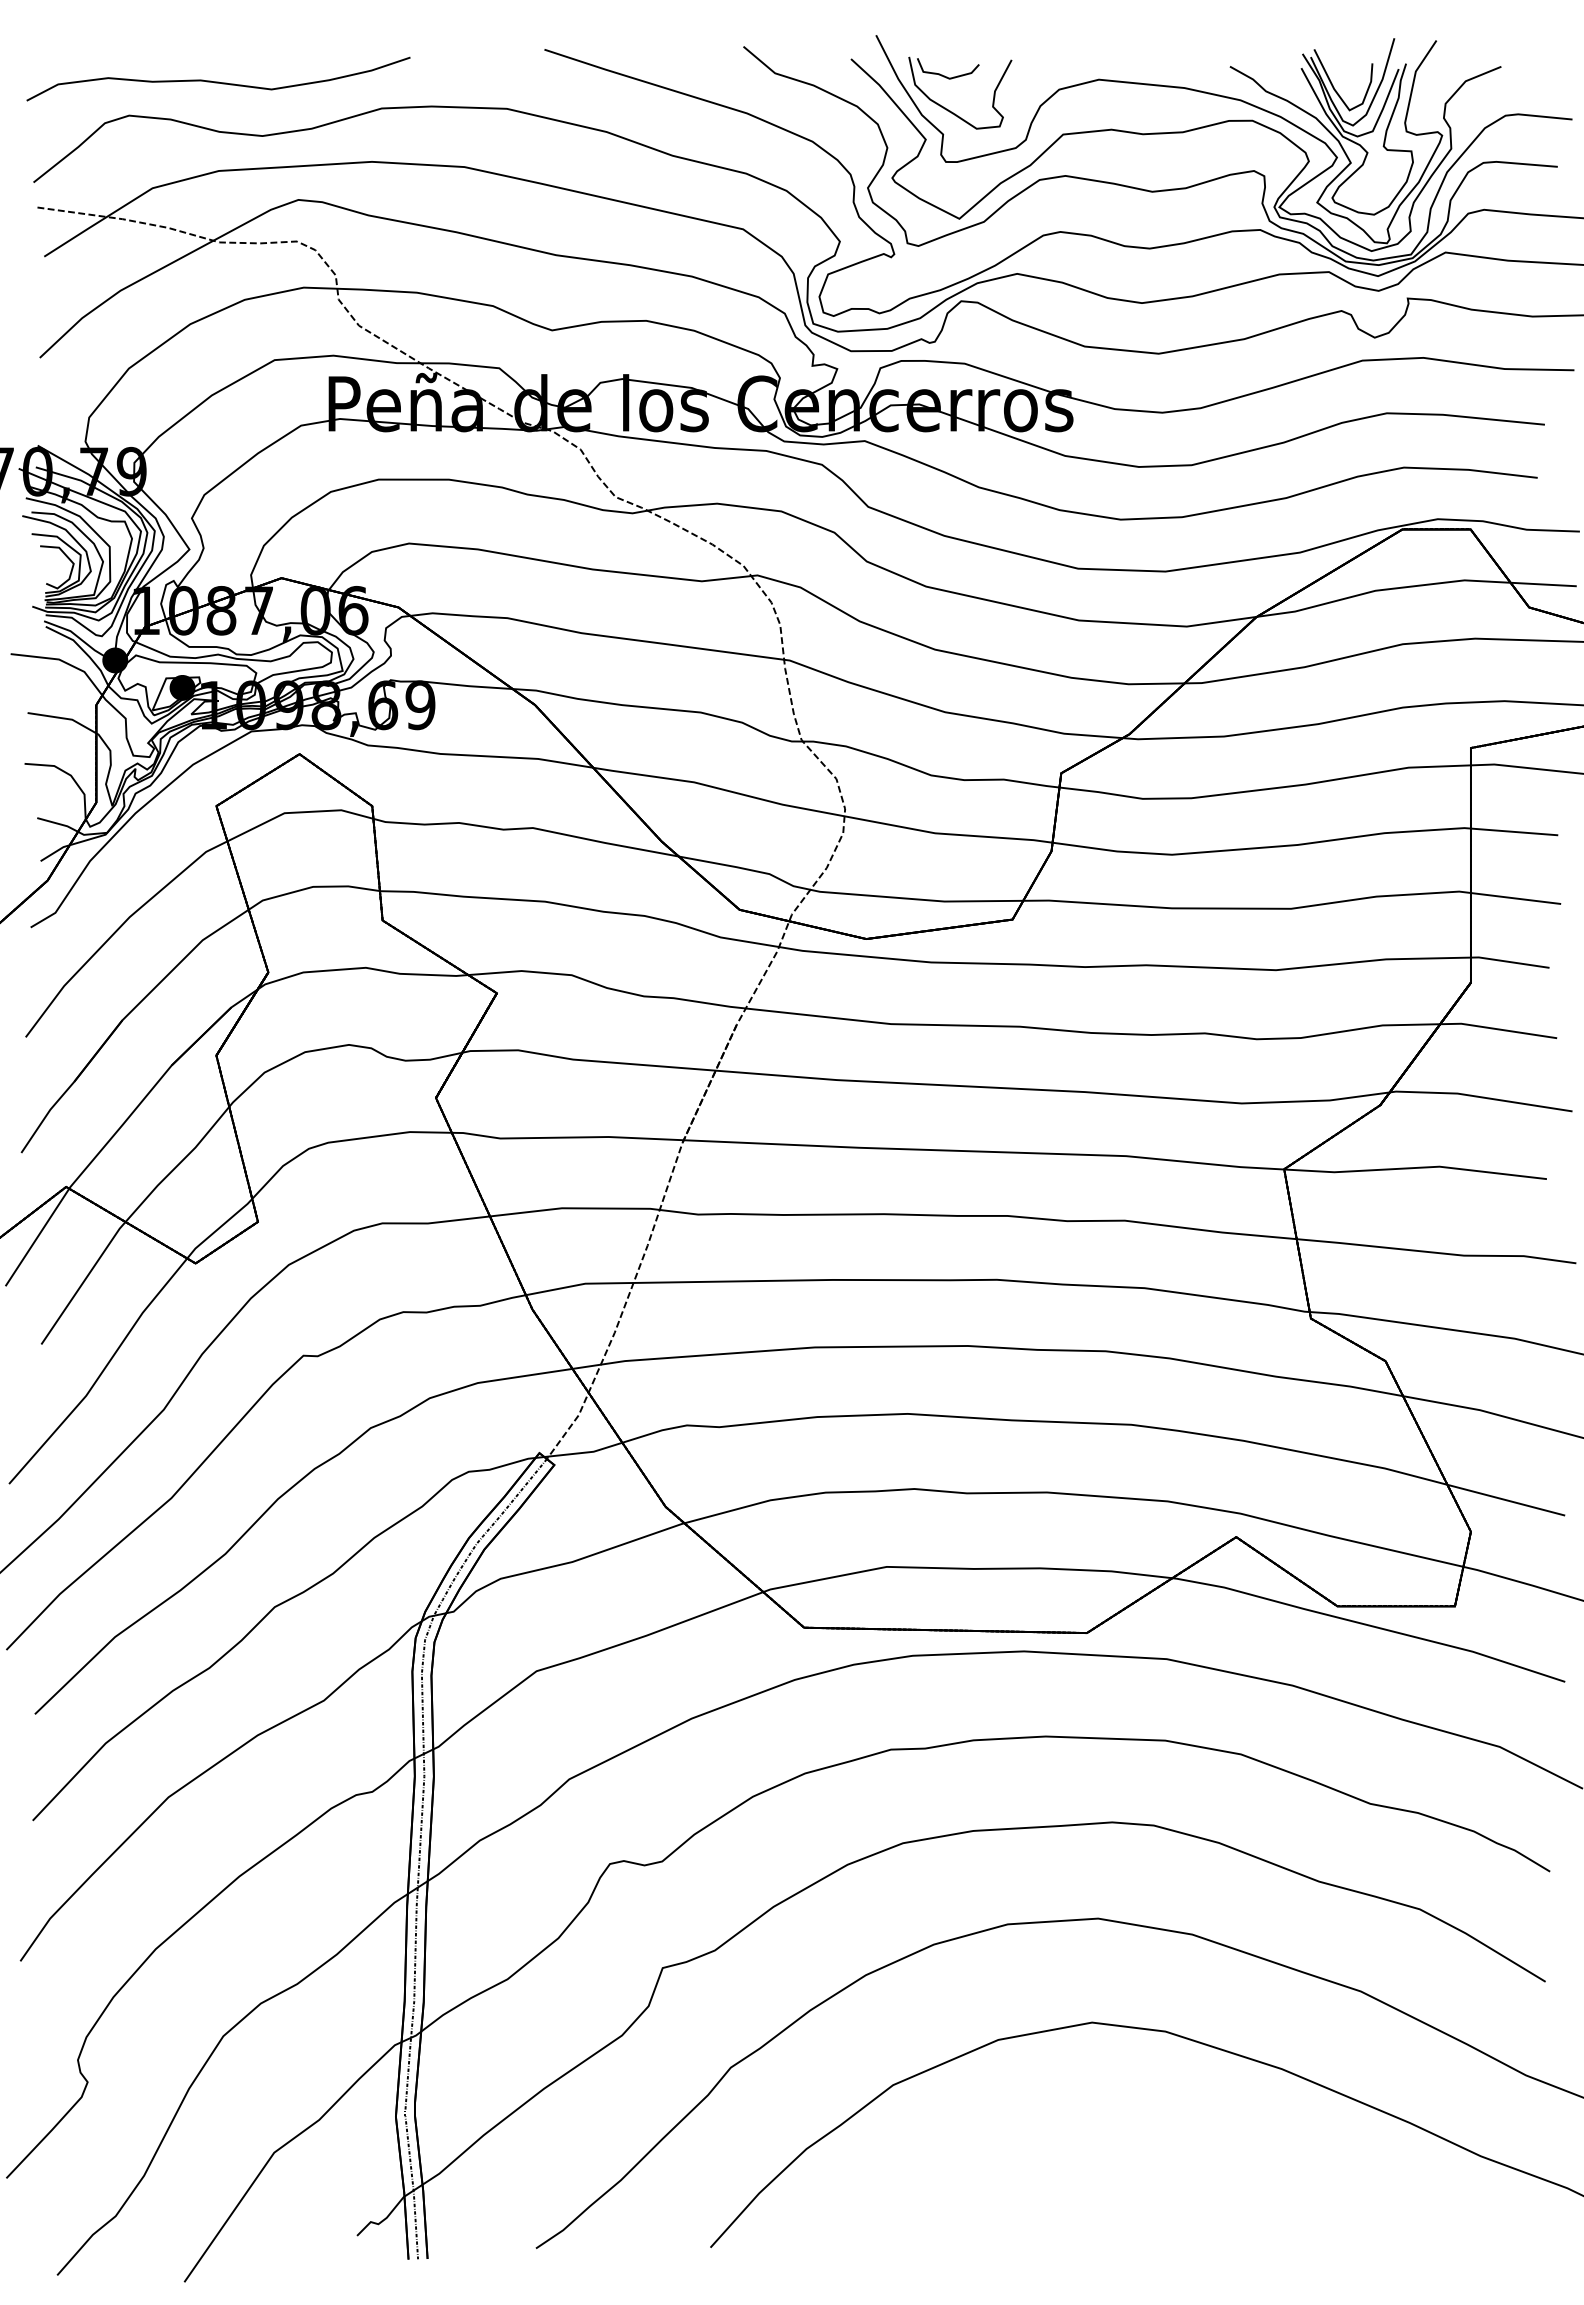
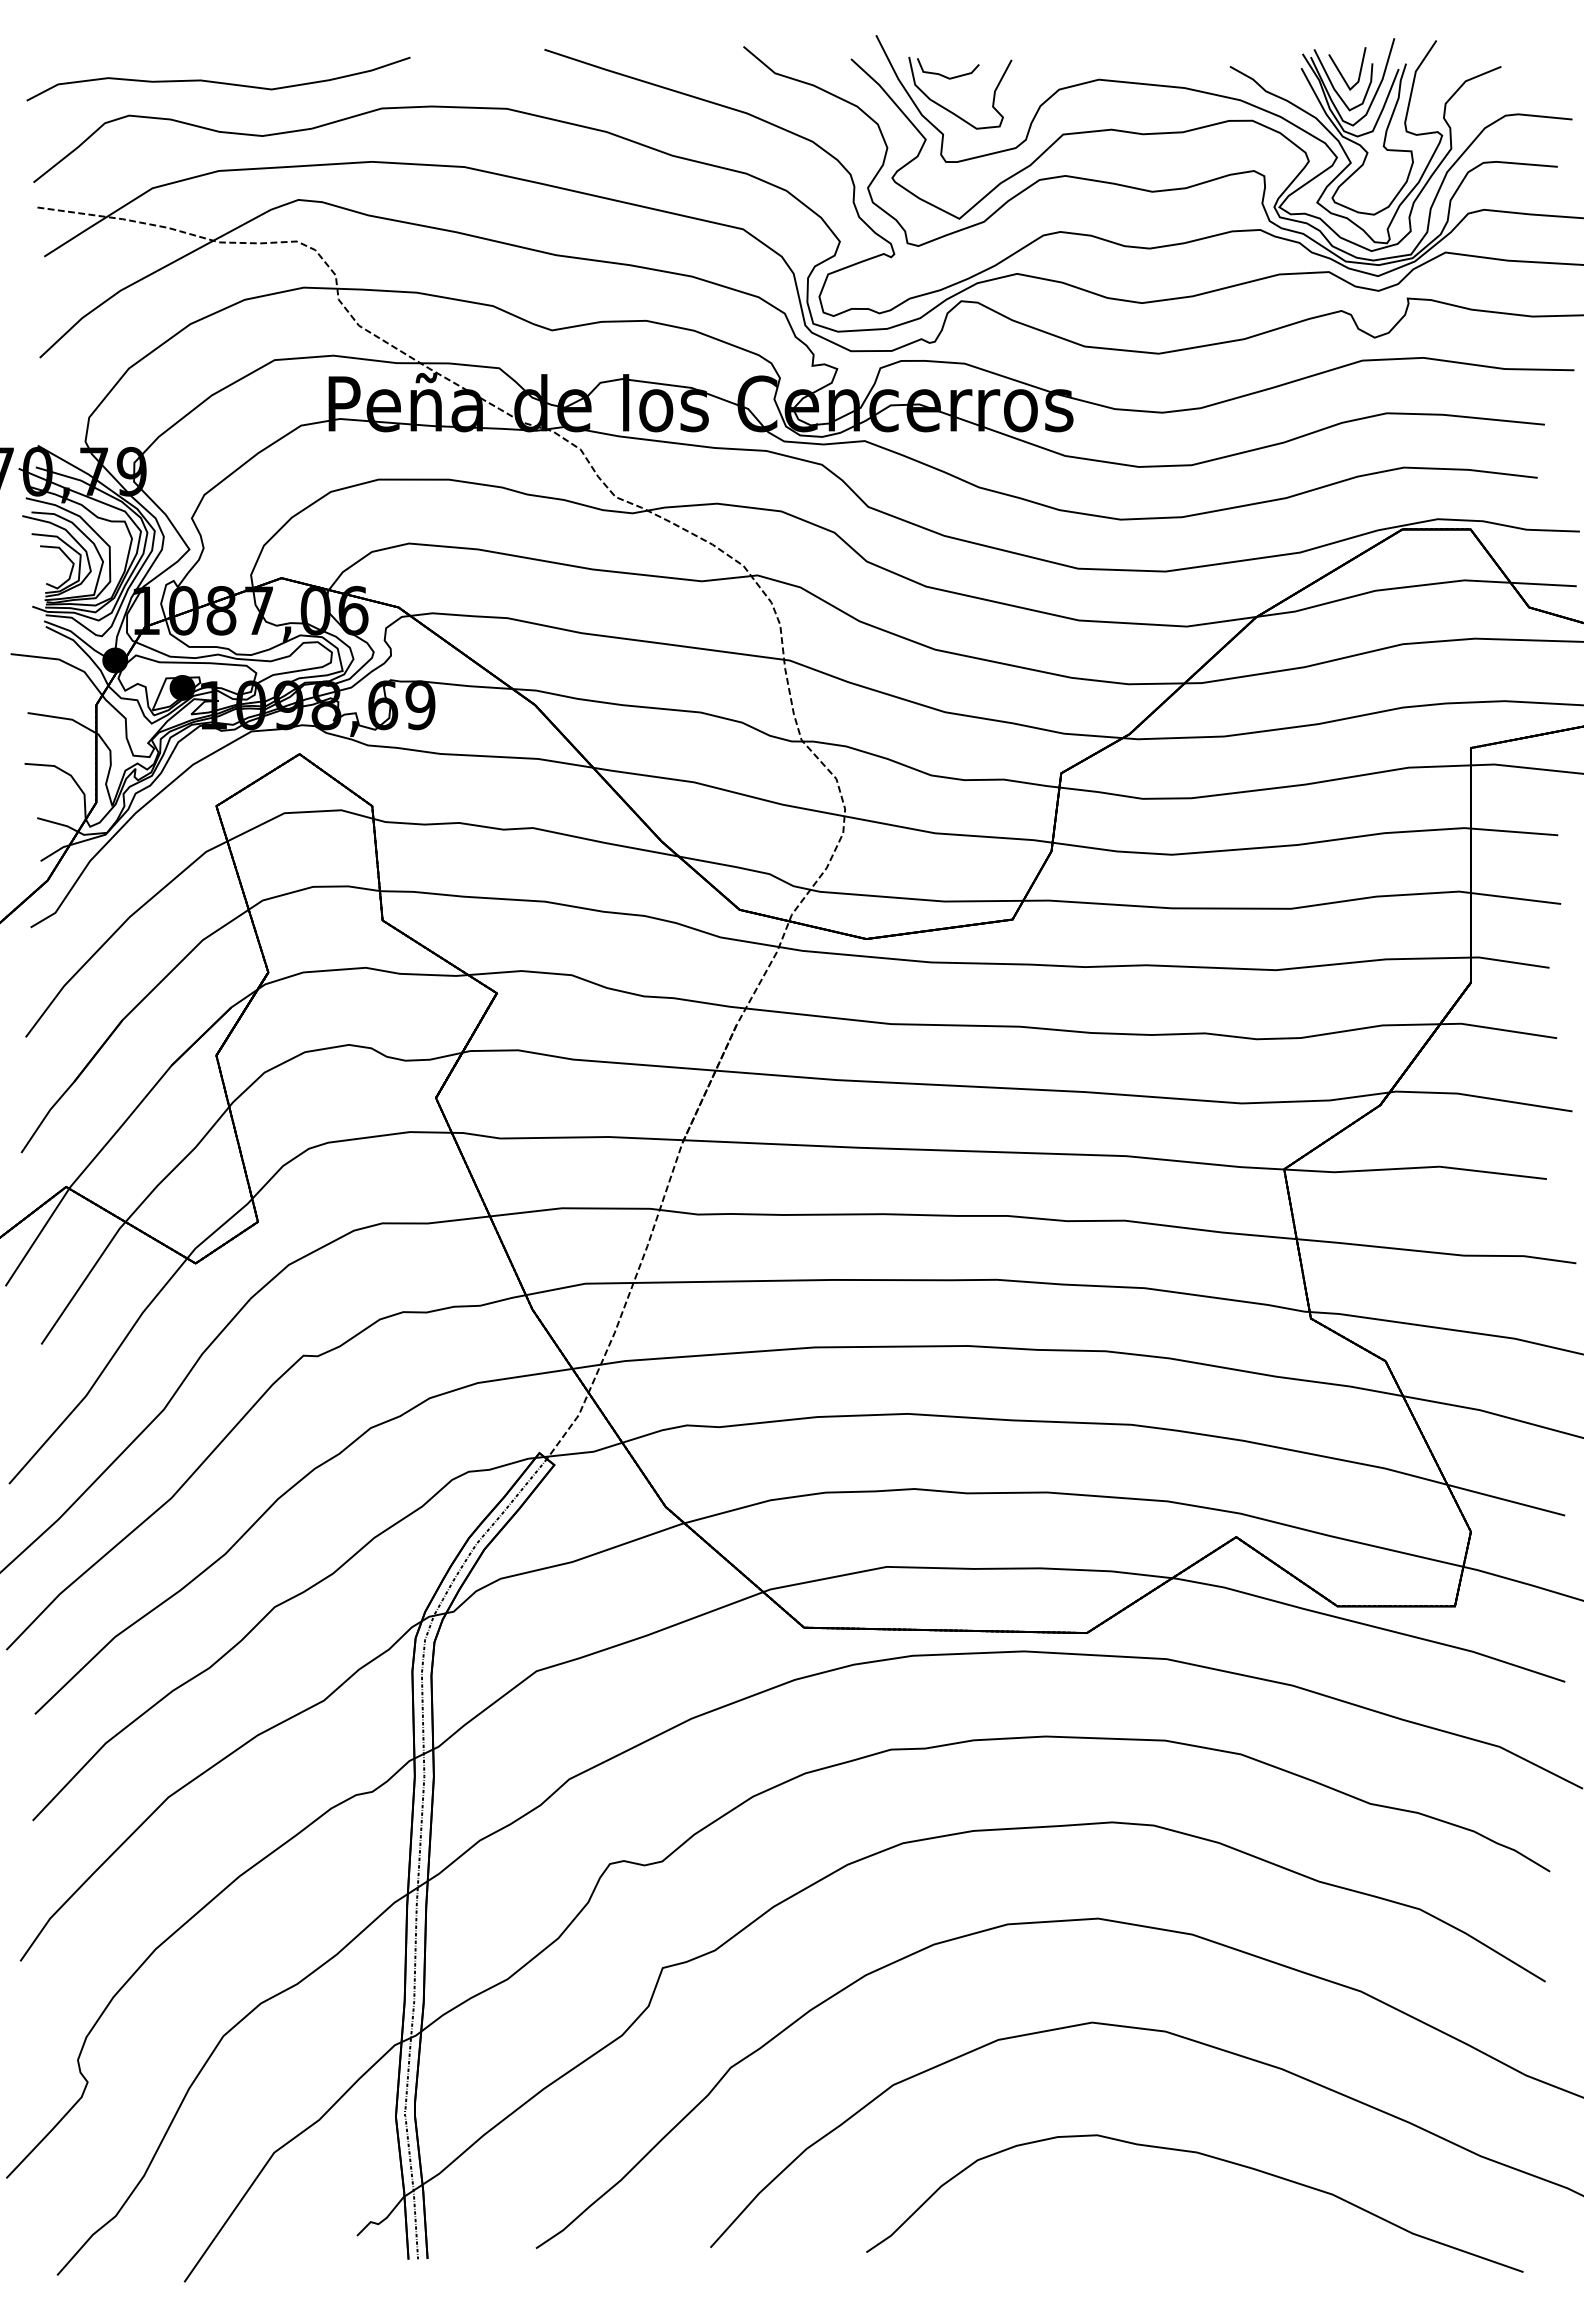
part at (1340, 71): none -> present
part at (1209, 2157): none -> present
